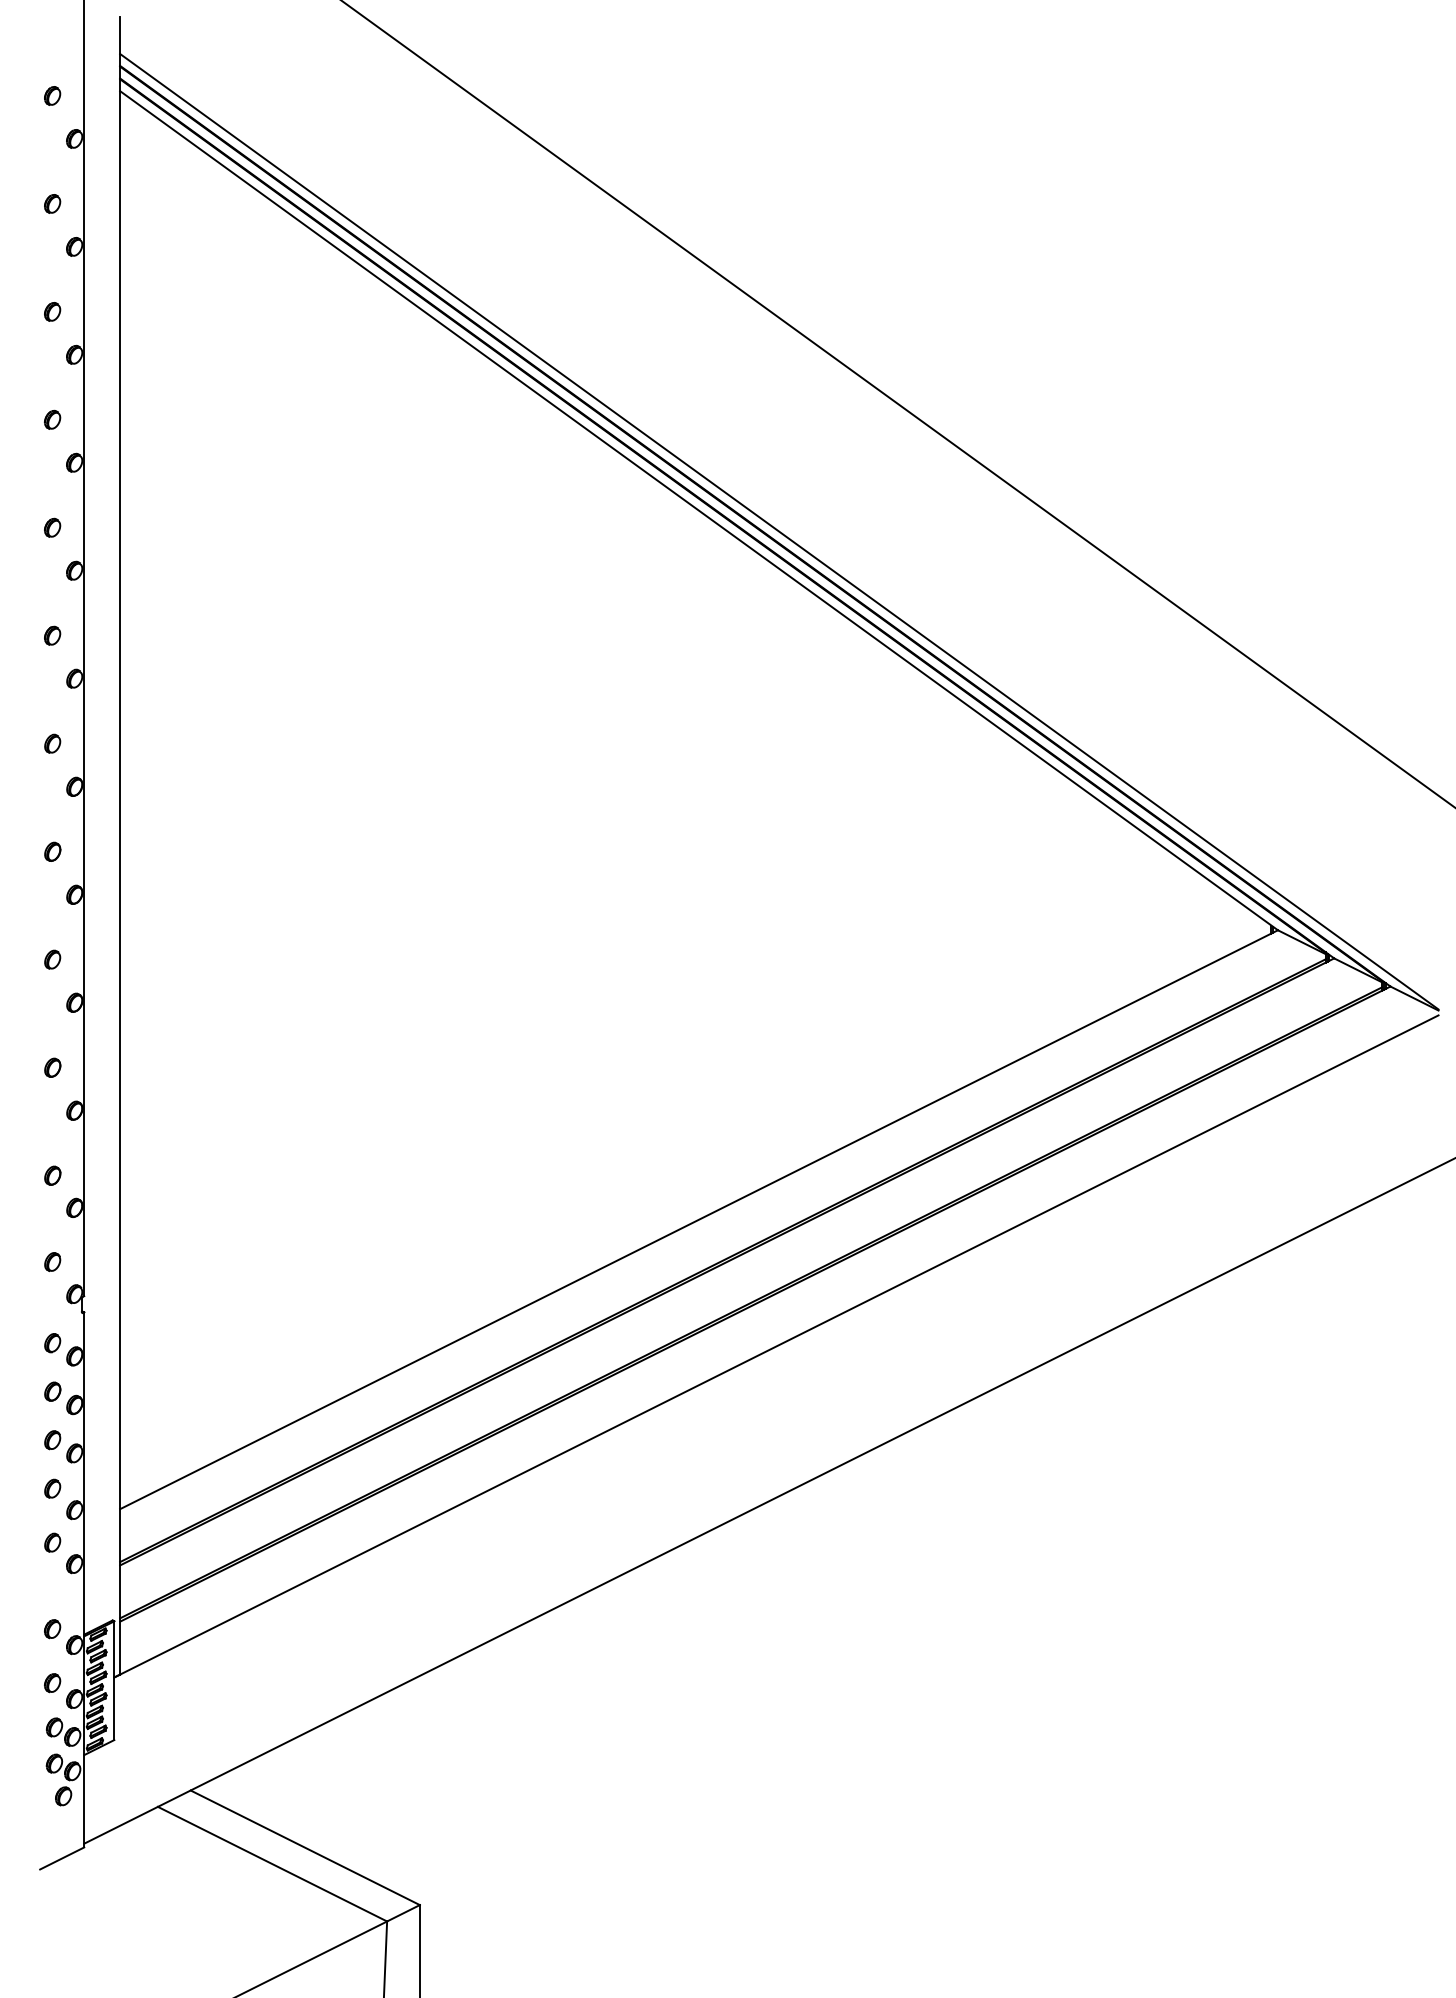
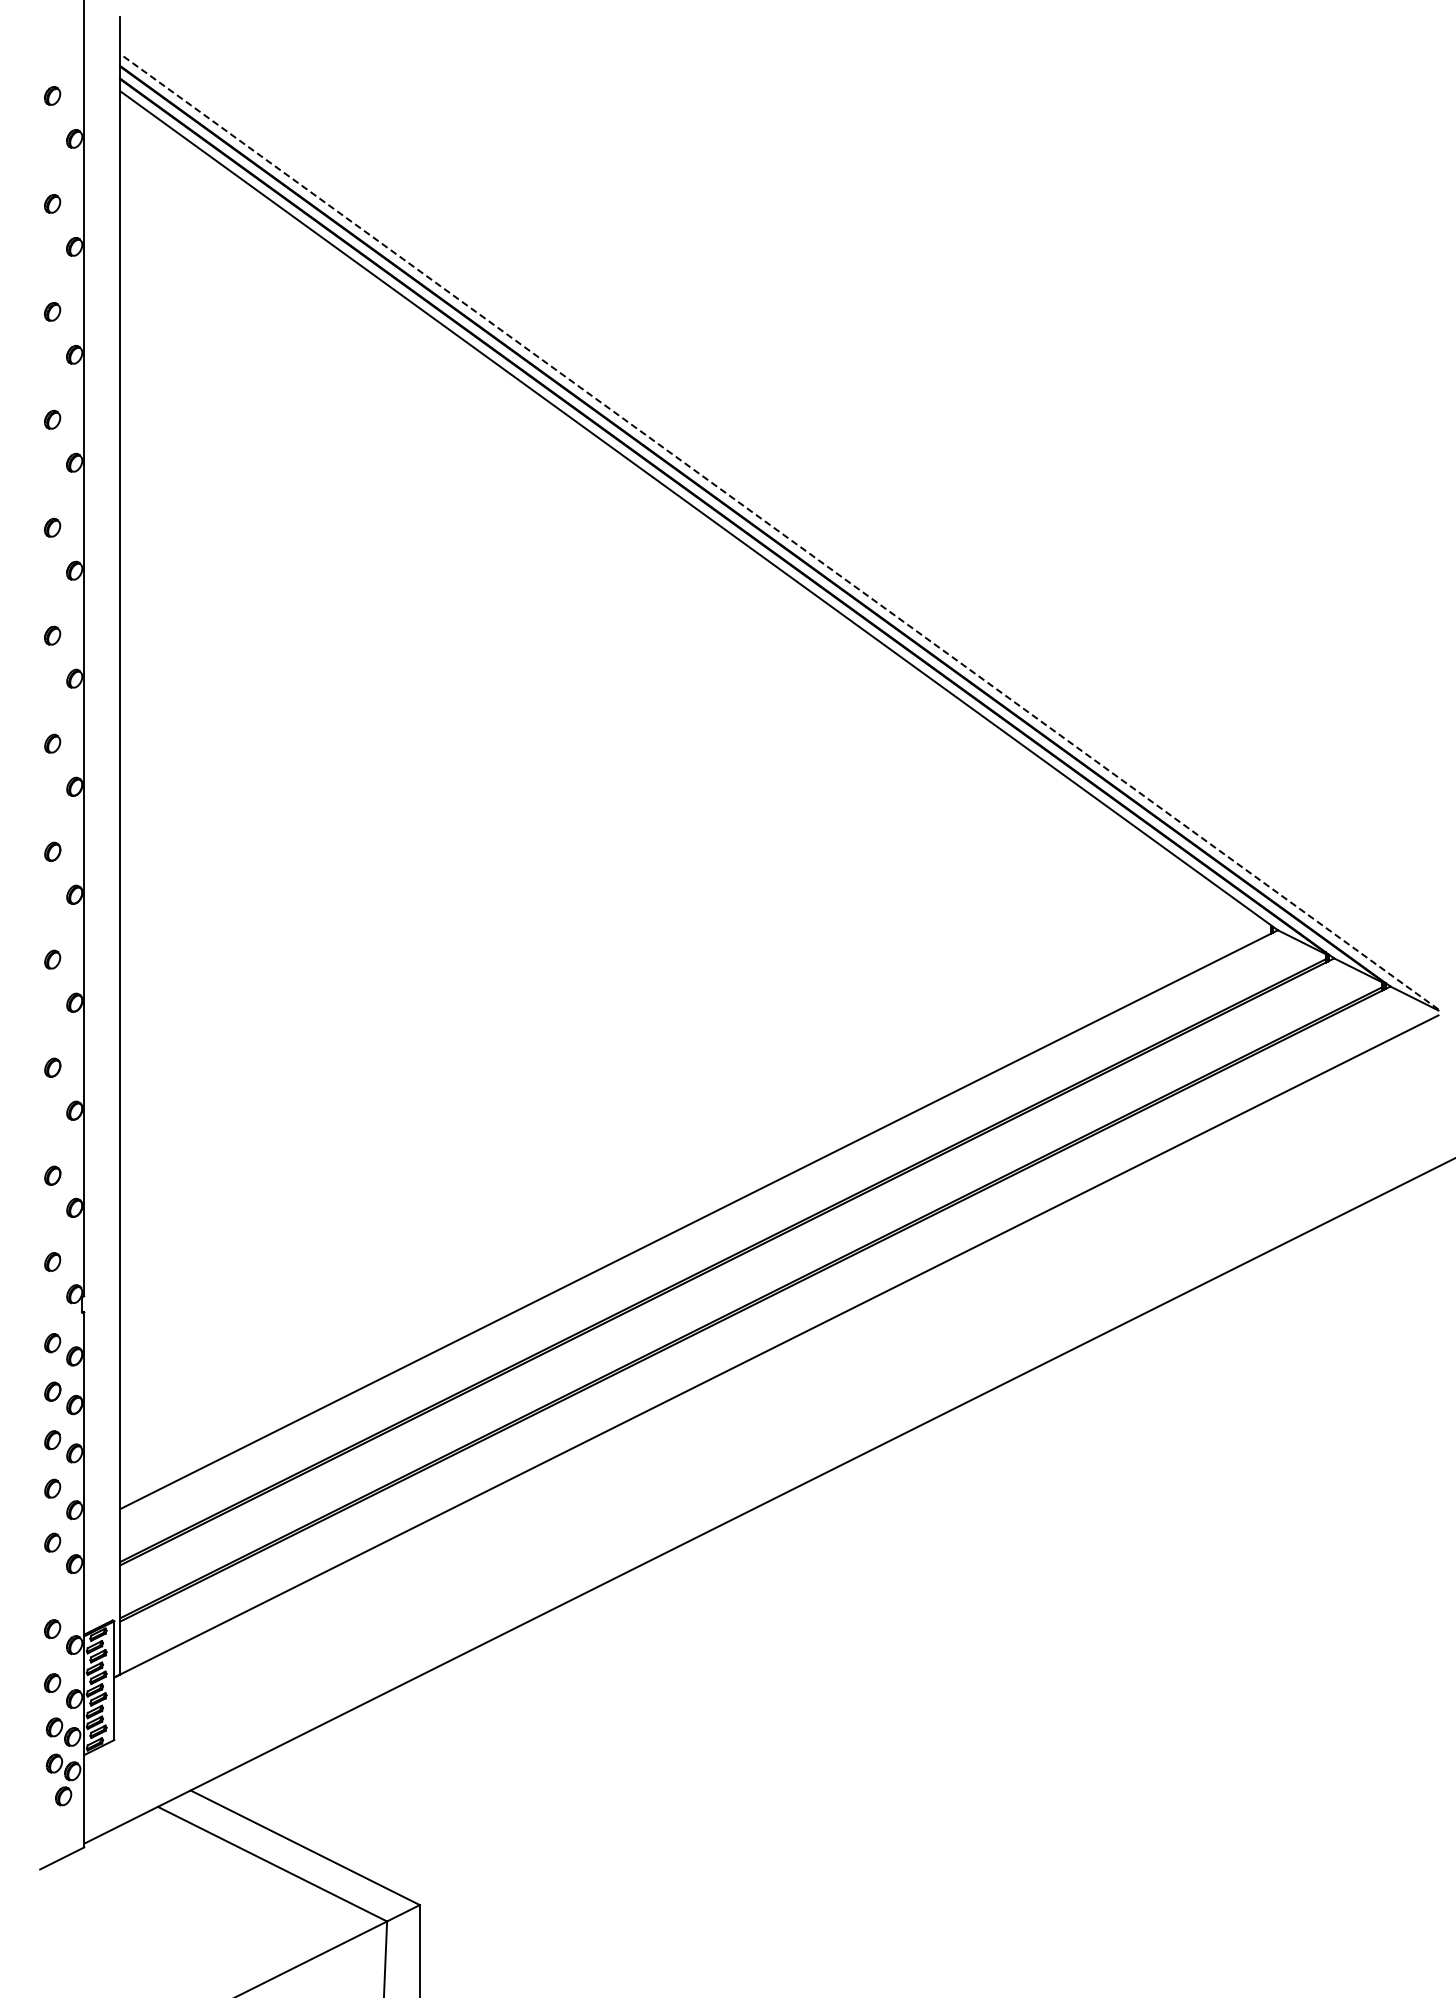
line at (897, 403): present -> none
line at (778, 531): solid -> dashed
